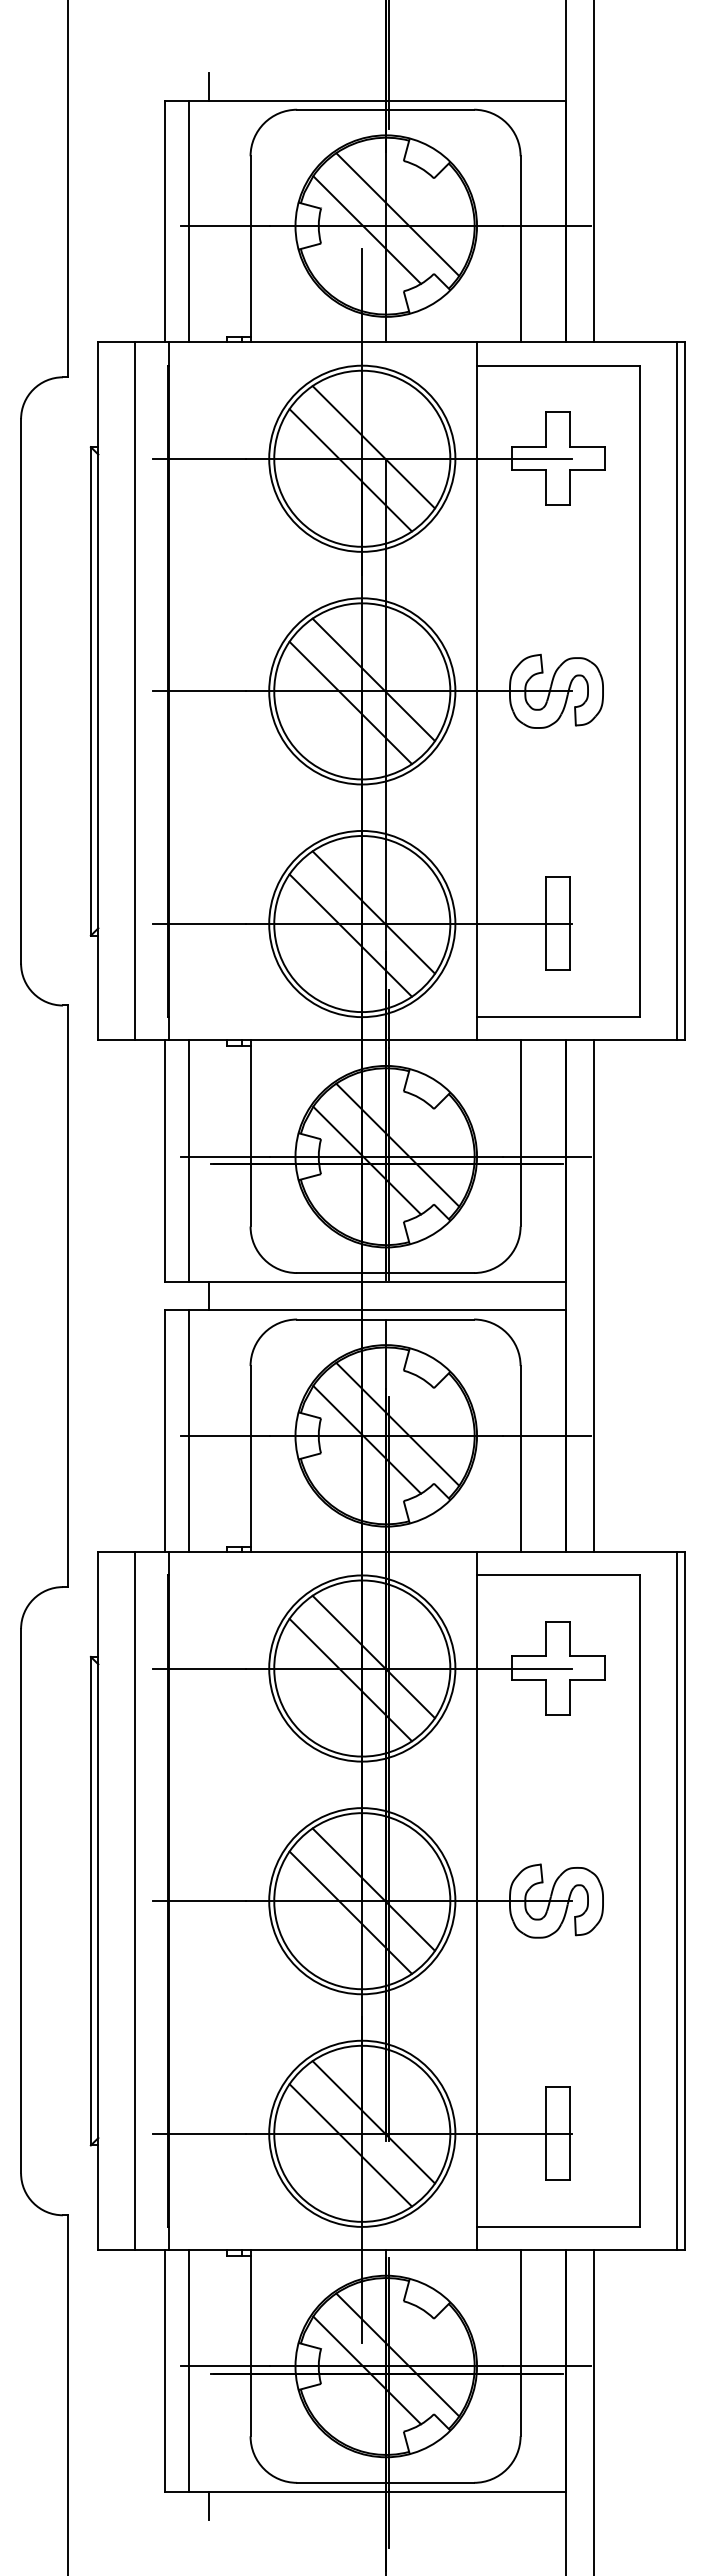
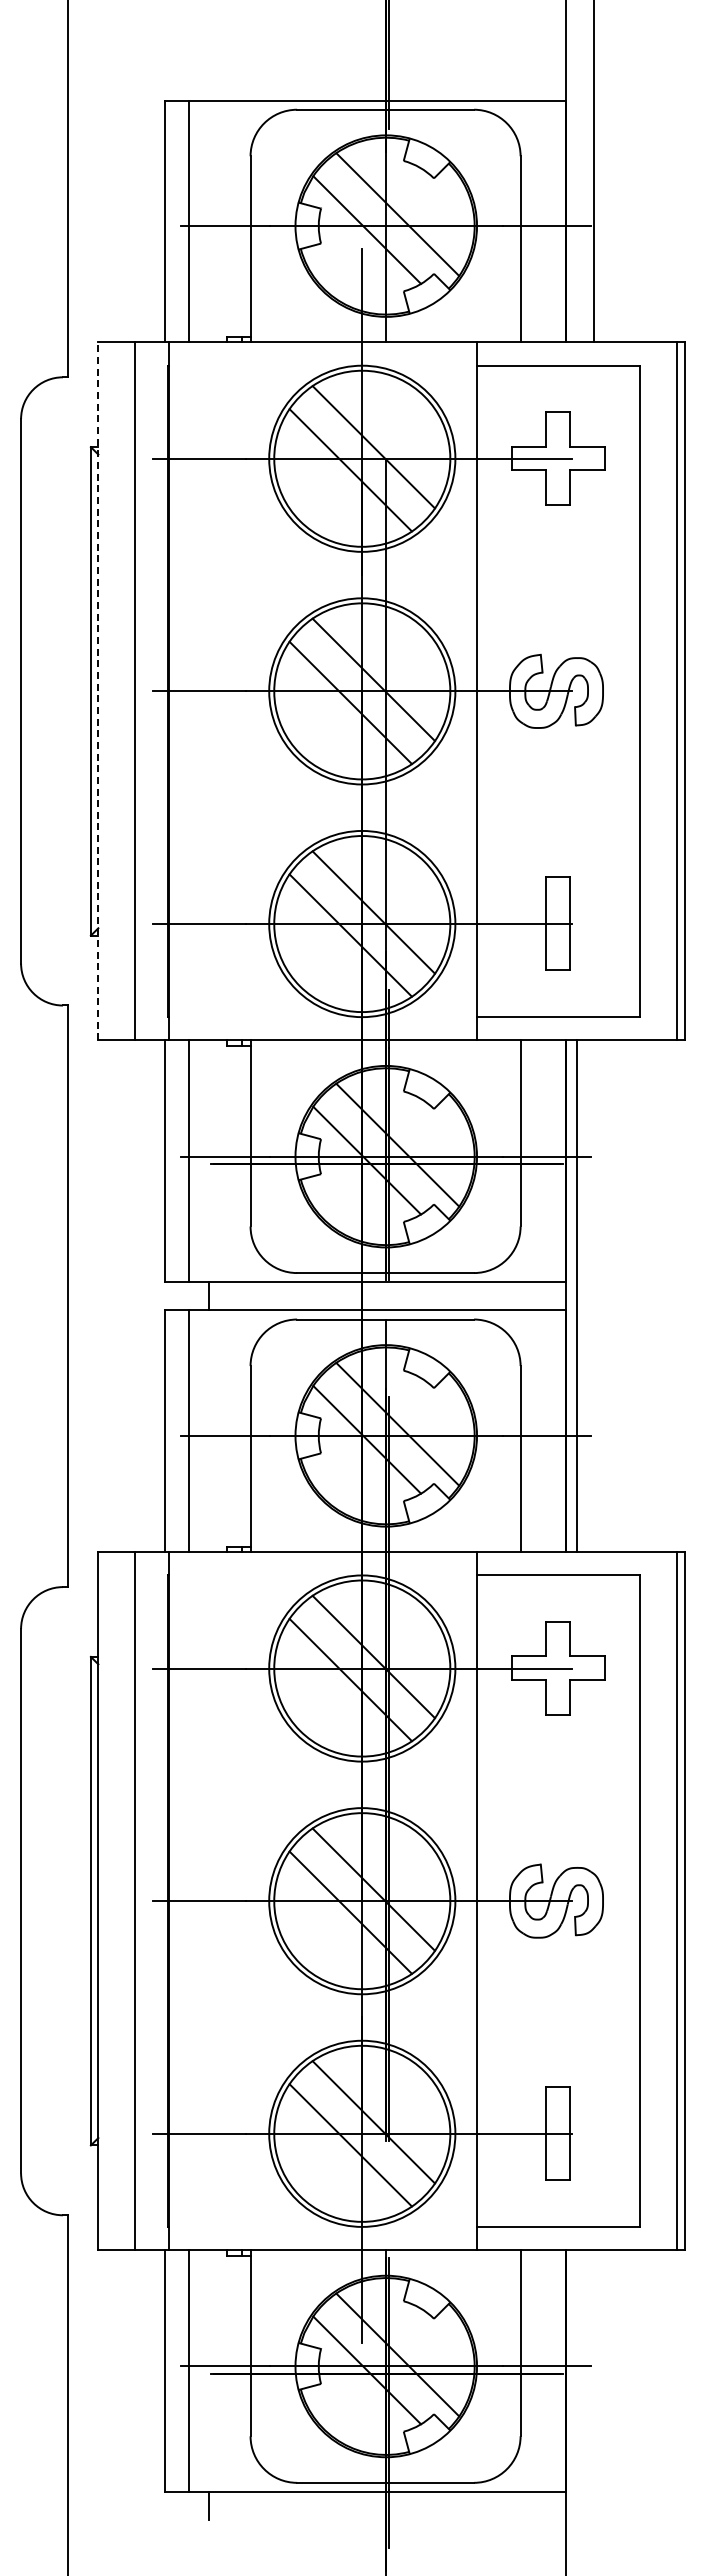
line at (208, 86): present -> none
line at (98, 691): solid -> dashed
line at (593, 1296) position: (593, 1296) -> (576, 1296)
line at (593, 2411): present -> none
